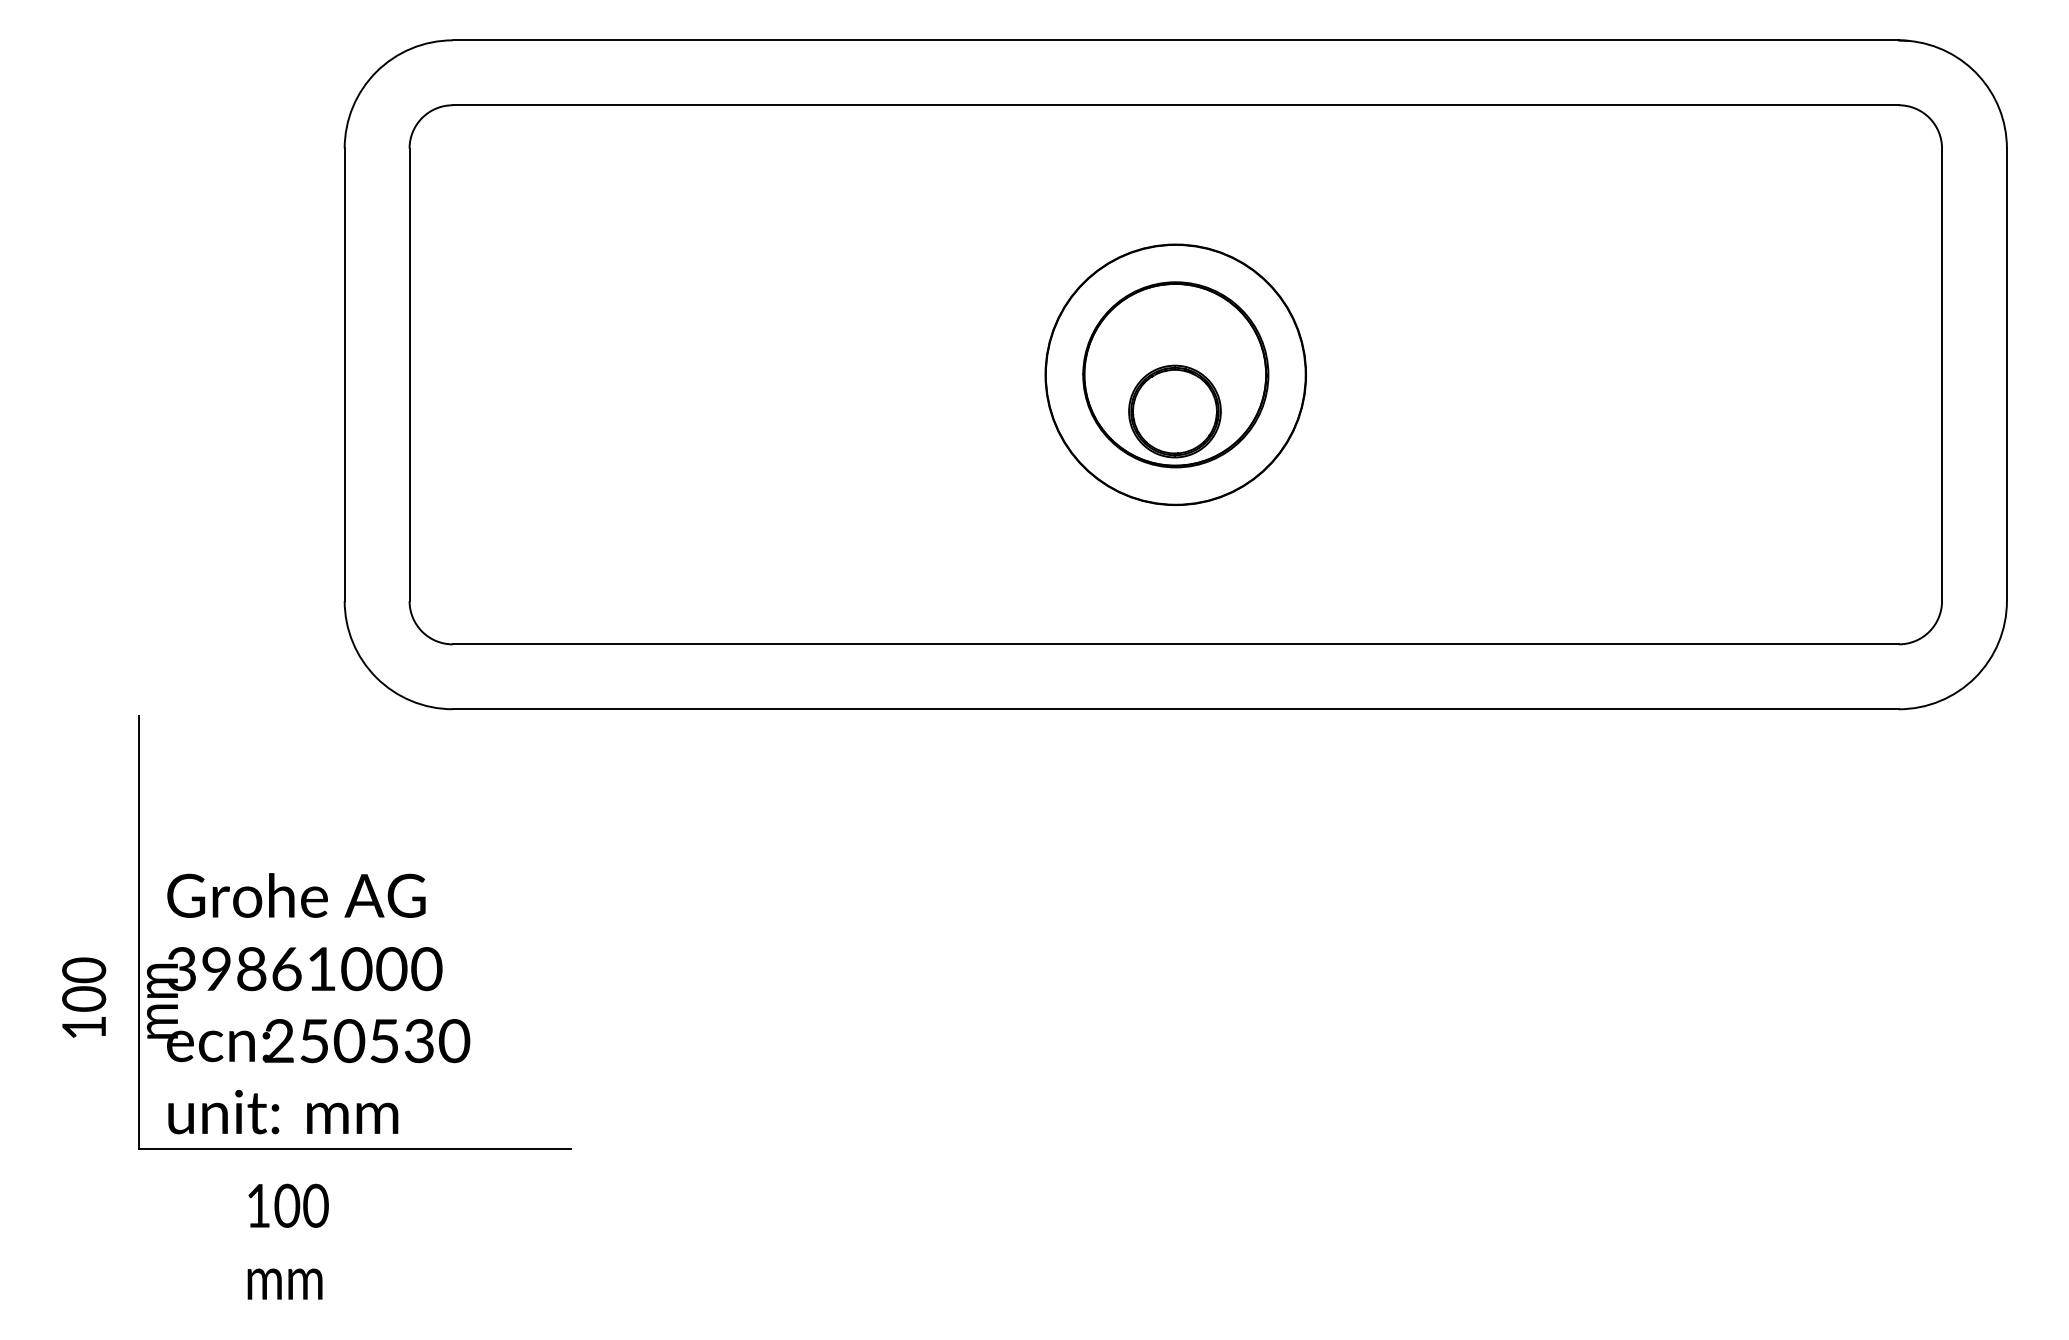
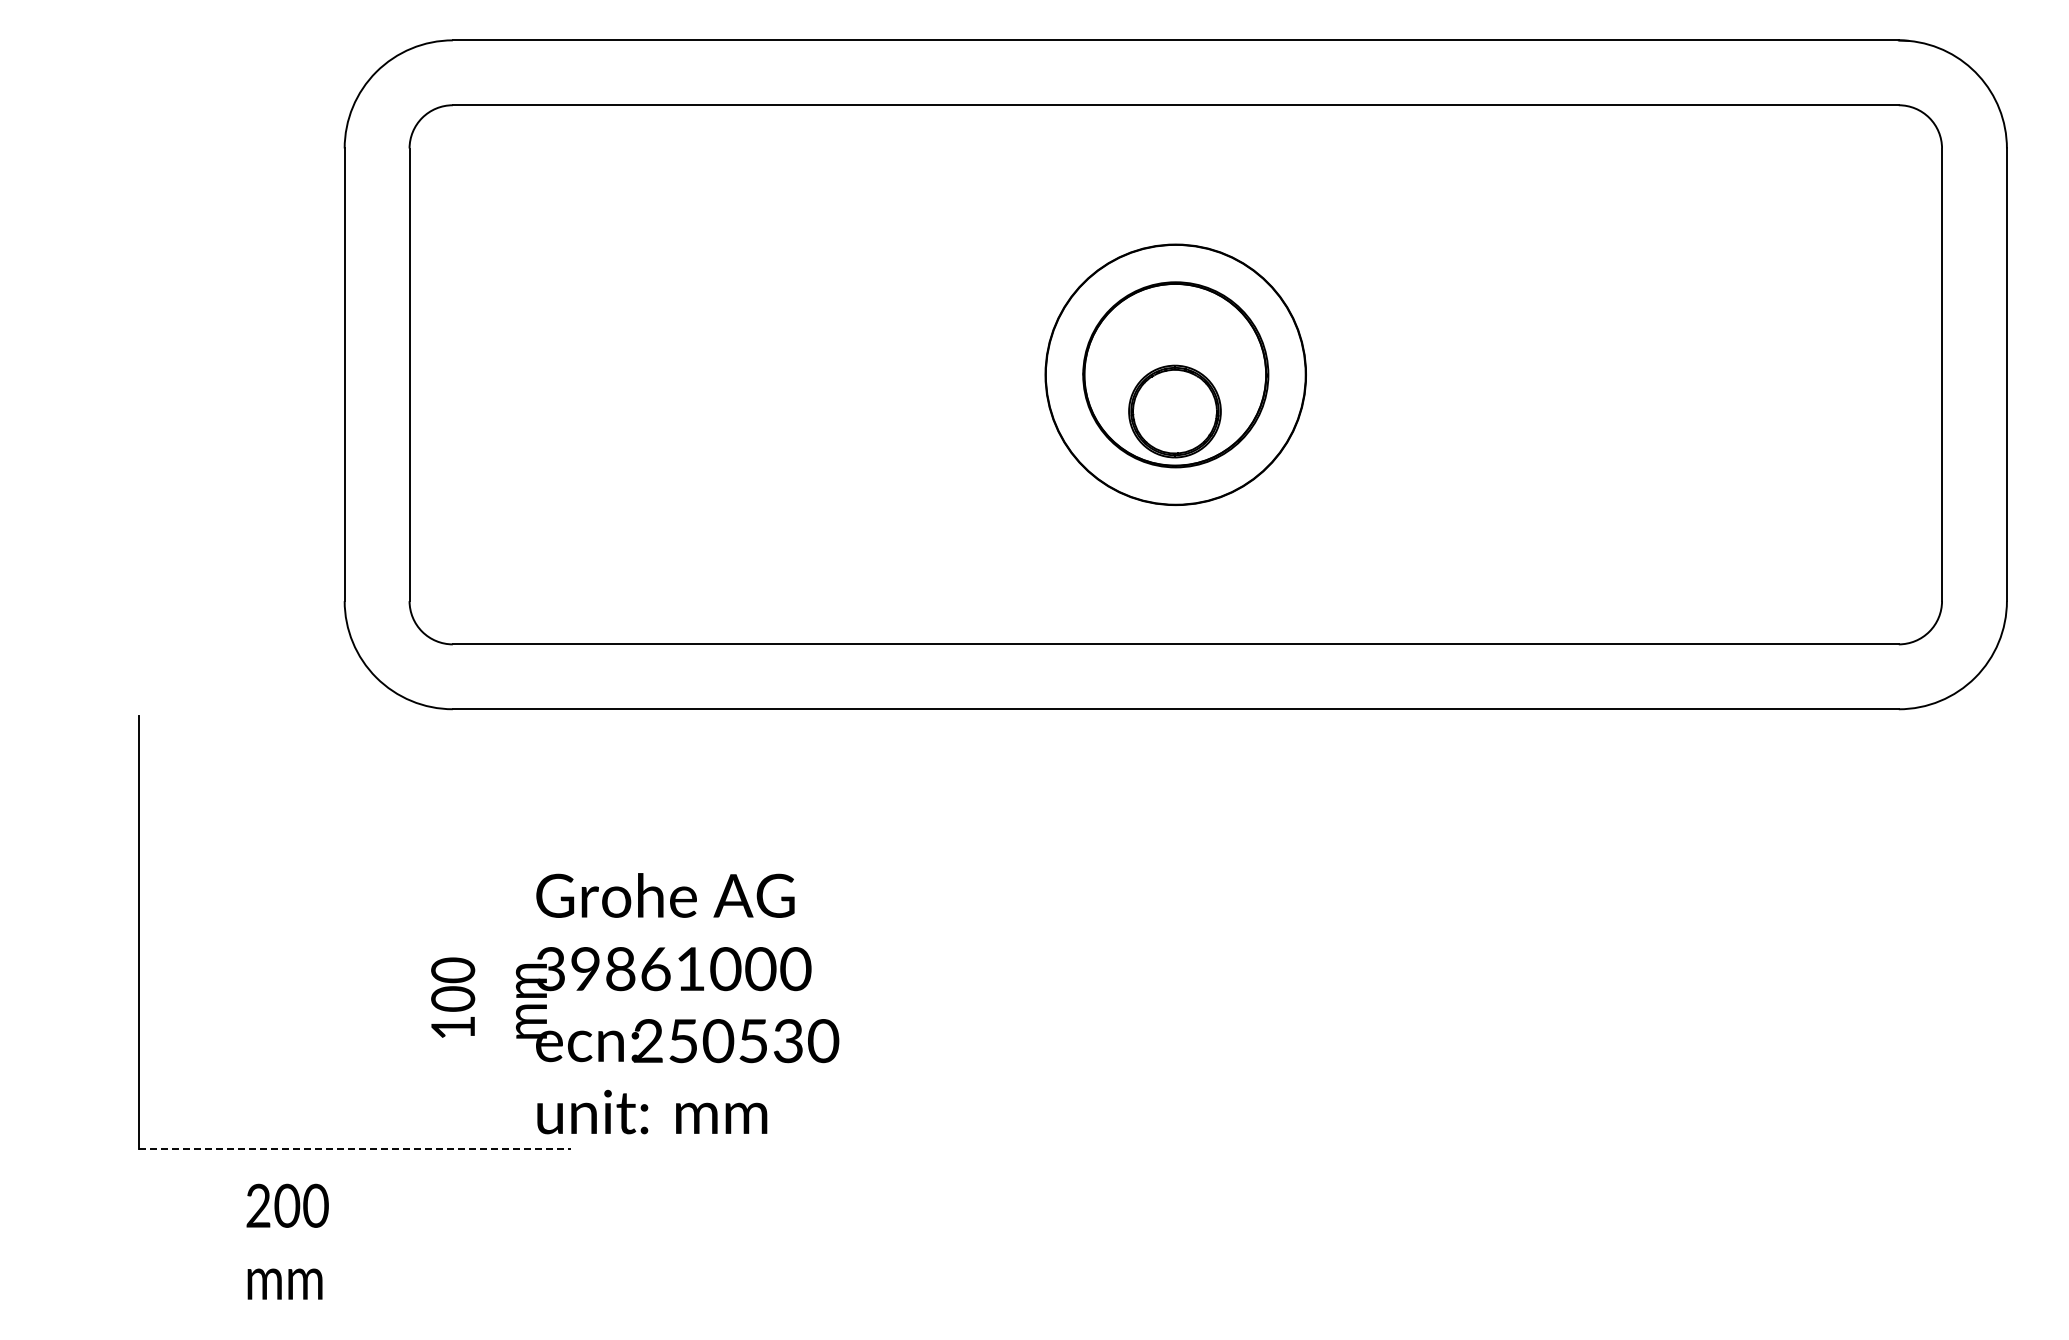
text at (266, 1003) position: (266, 1003) -> (635, 1003)
line at (355, 1148): solid -> dashed
text at (258, 1205): 100 -> 200
